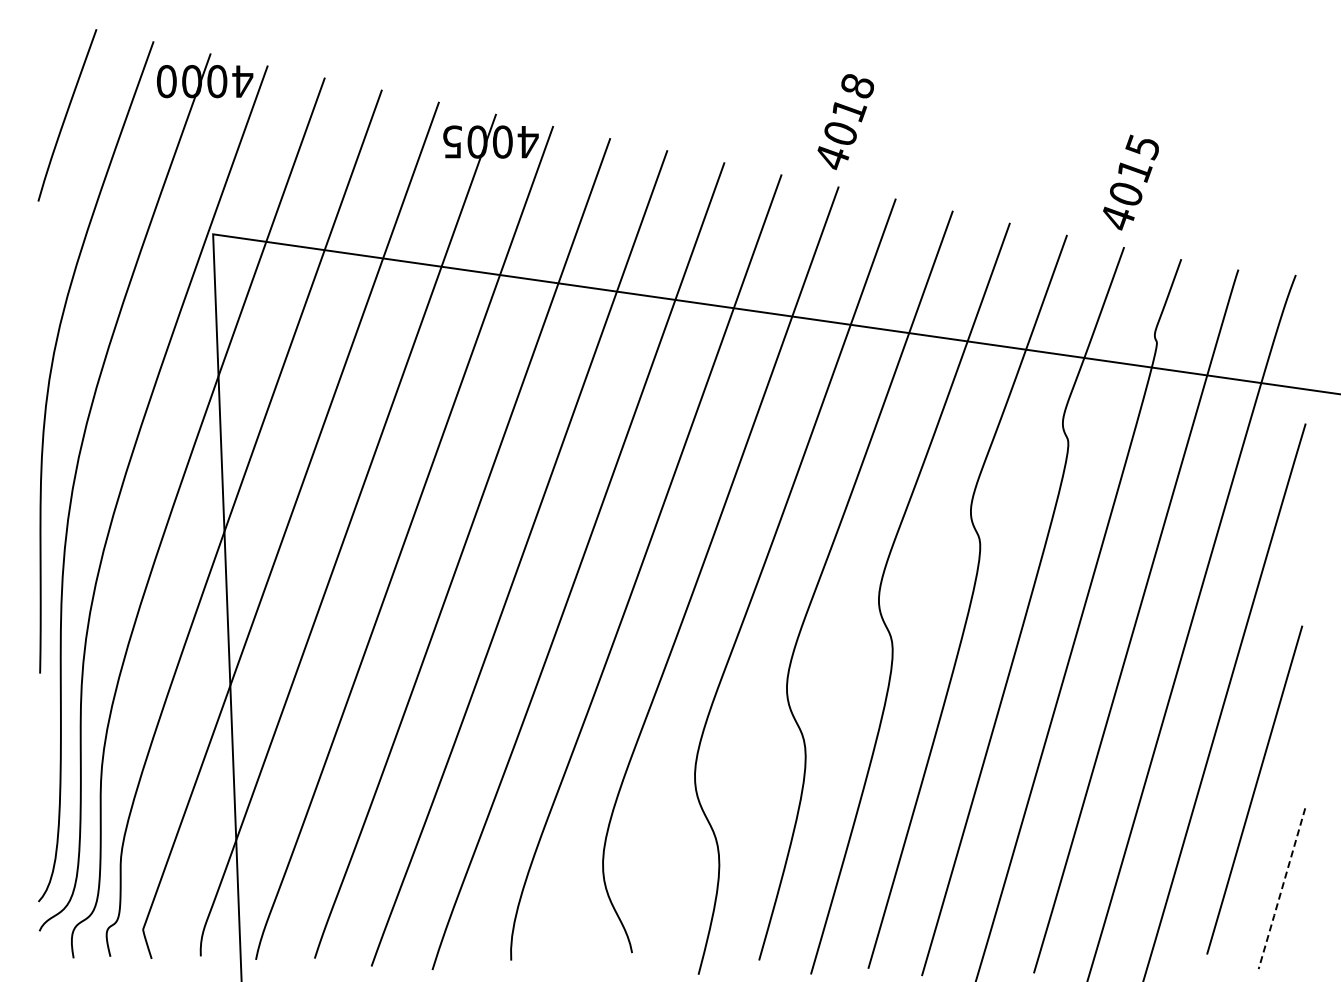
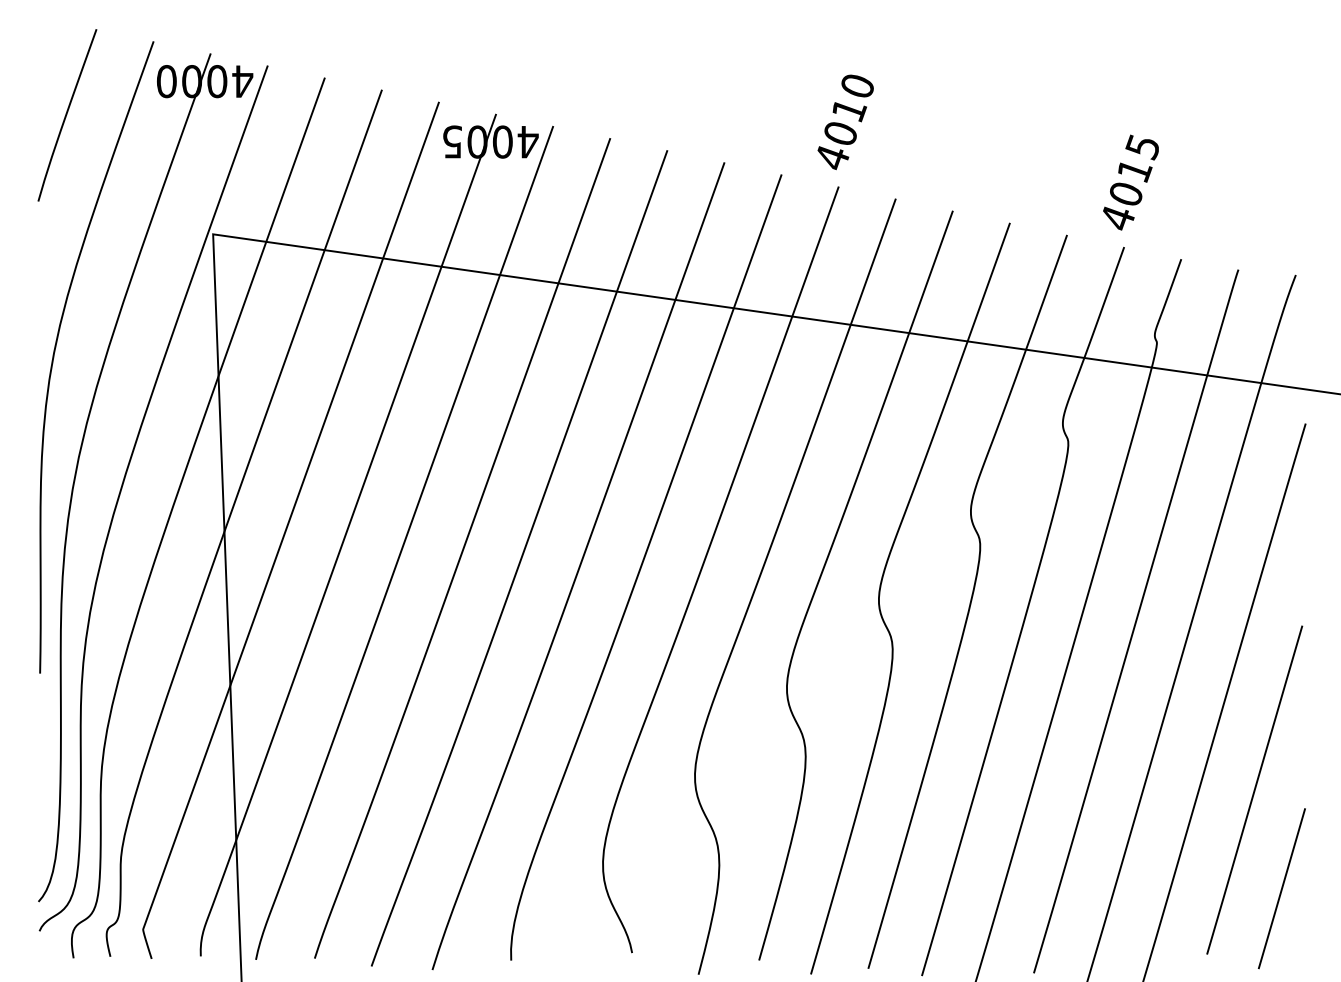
text at (857, 86): 4018 -> 4010
line at (1281, 888): dashed -> solid
